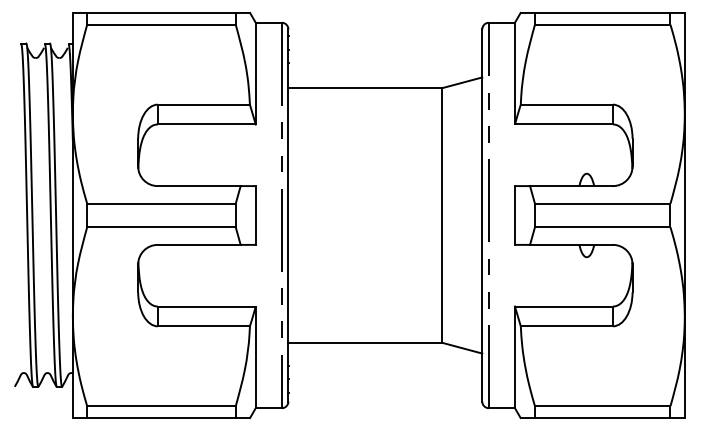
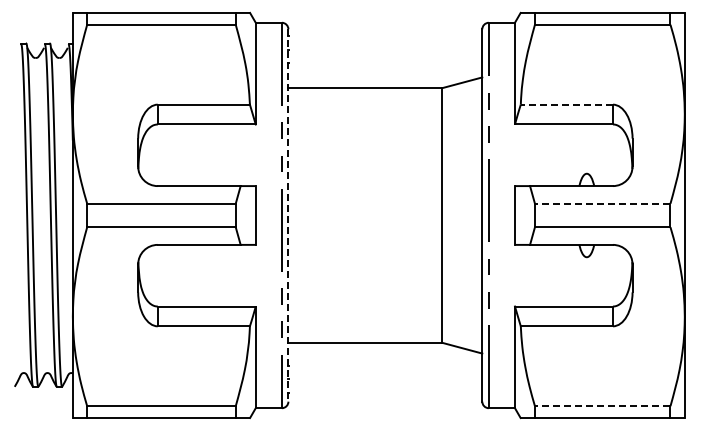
line at (566, 104): solid -> dashed
line at (602, 203): solid -> dashed
line at (288, 215): solid -> dashed
line at (602, 406): solid -> dashed
